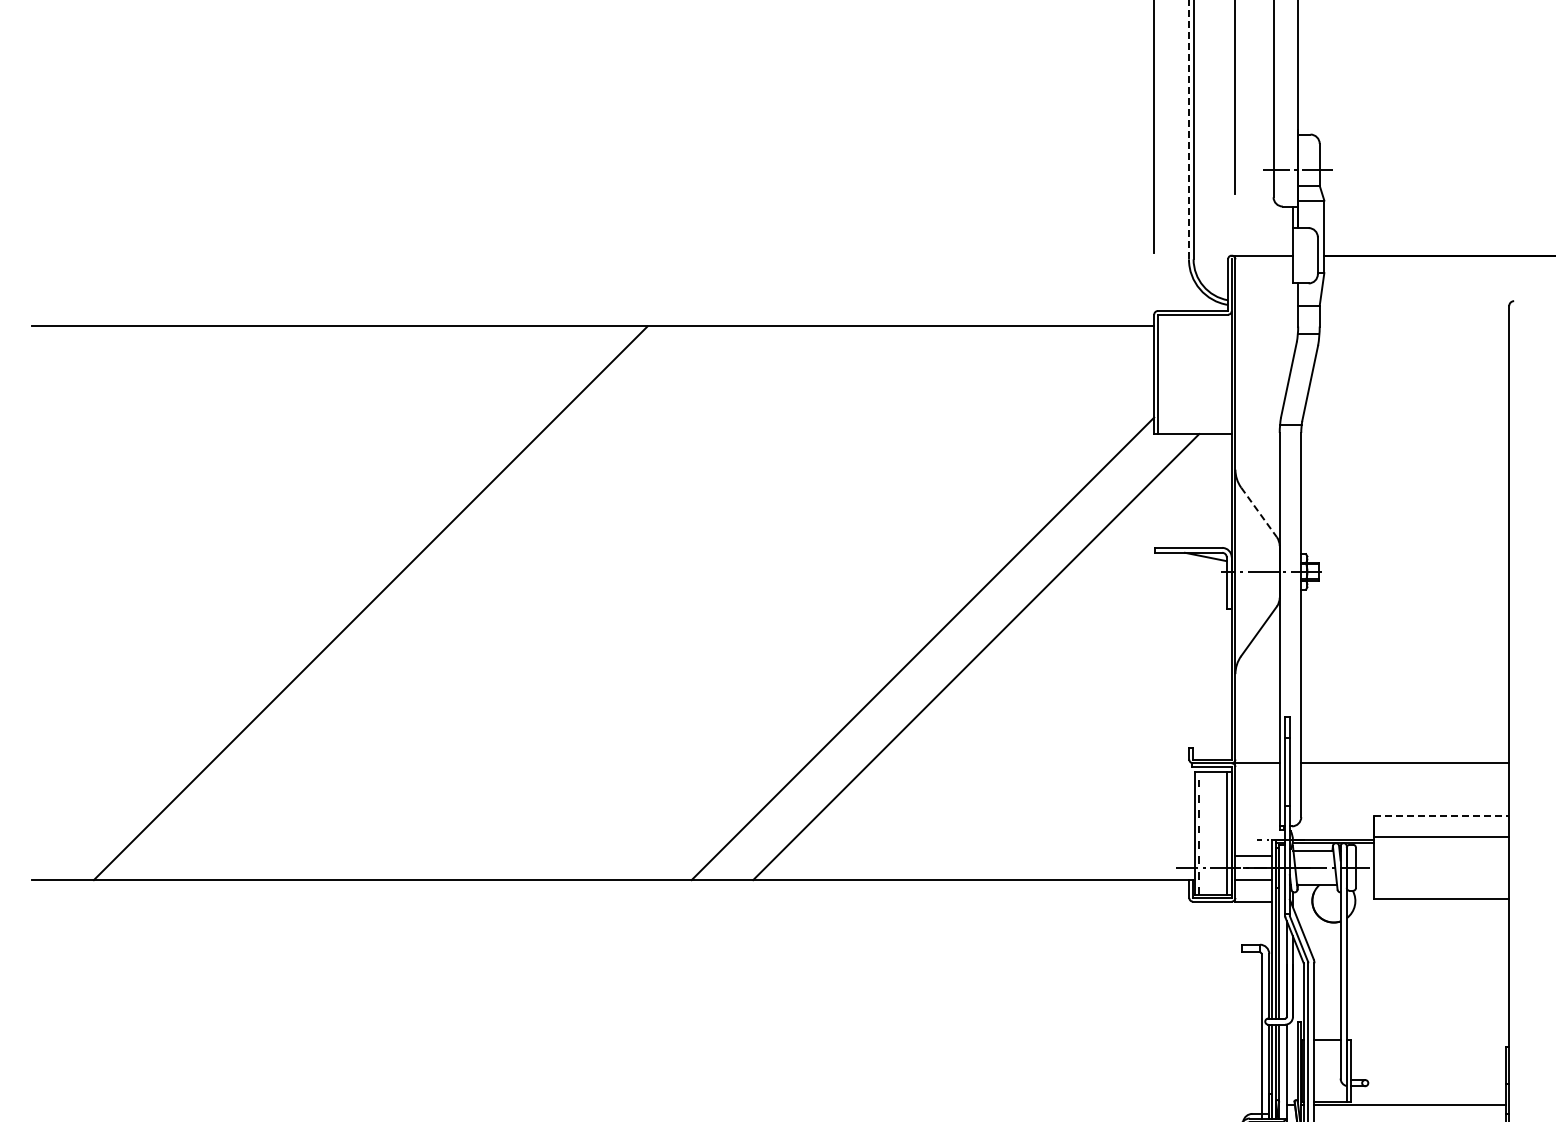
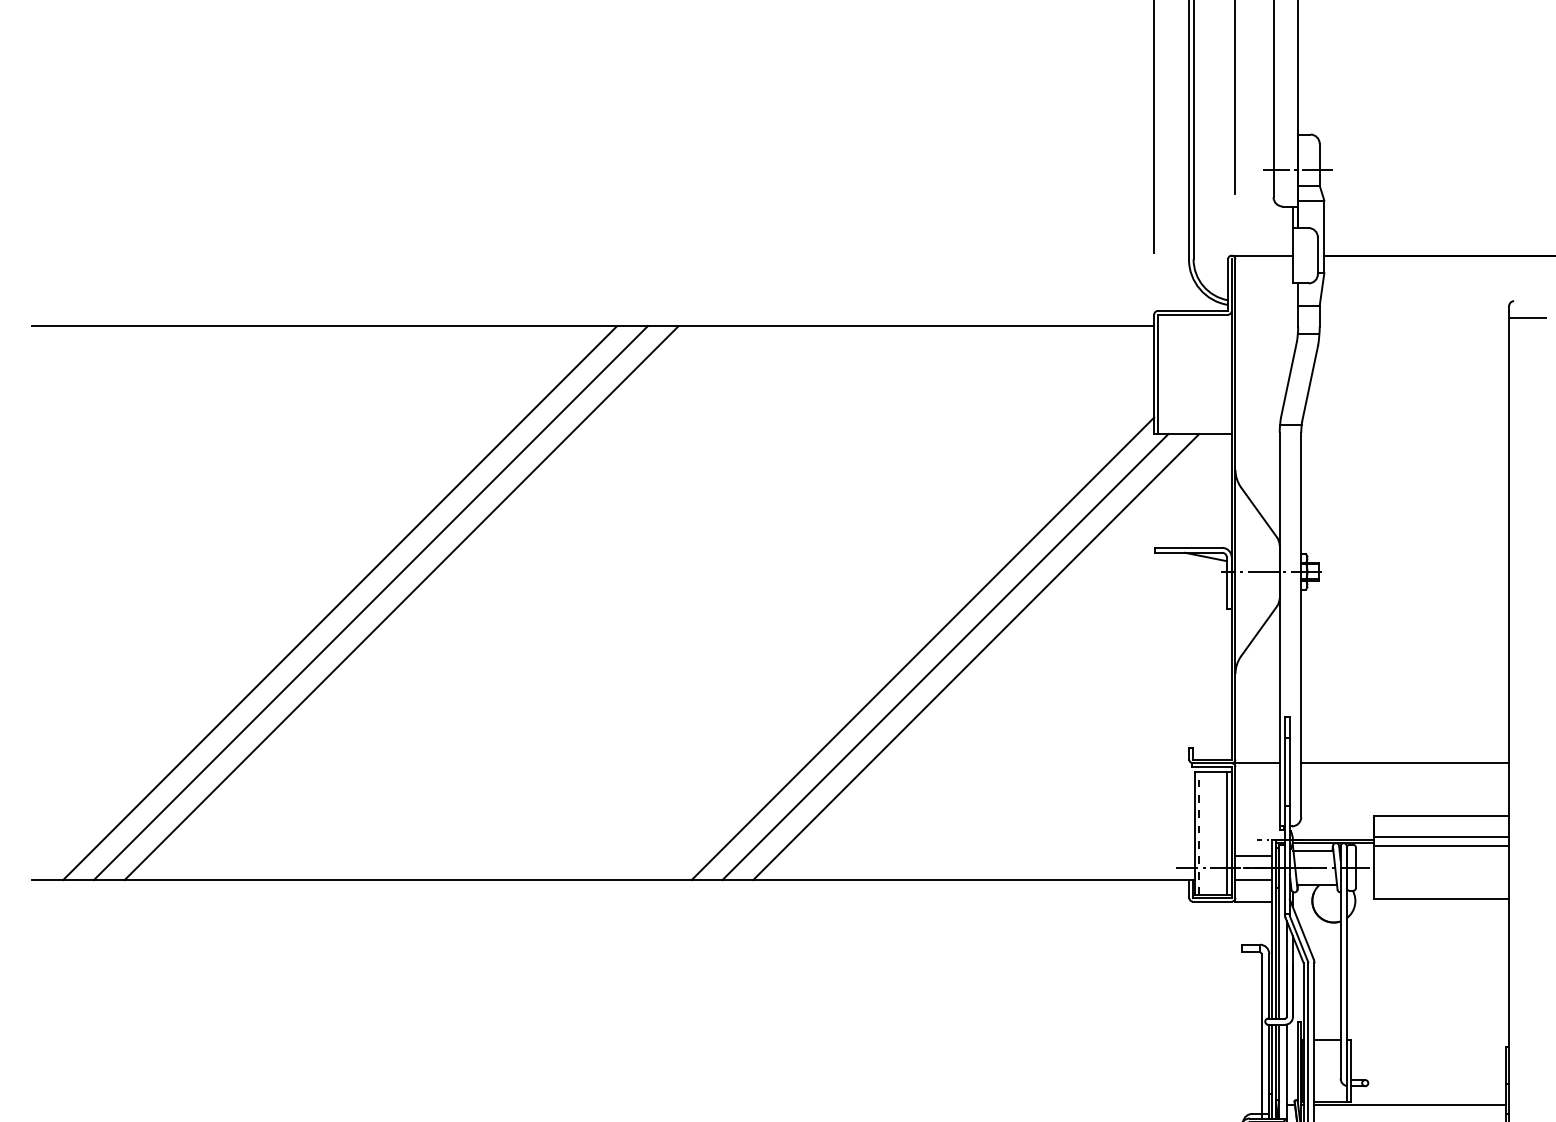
line at (1188, 129): dashed -> solid
line at (1527, 318): none -> present
line at (1259, 512): dashed -> solid
line at (339, 603): none -> present
line at (401, 603): none -> present
line at (945, 657): none -> present
line at (1441, 815): dashed -> solid
line at (1441, 845): none -> present
